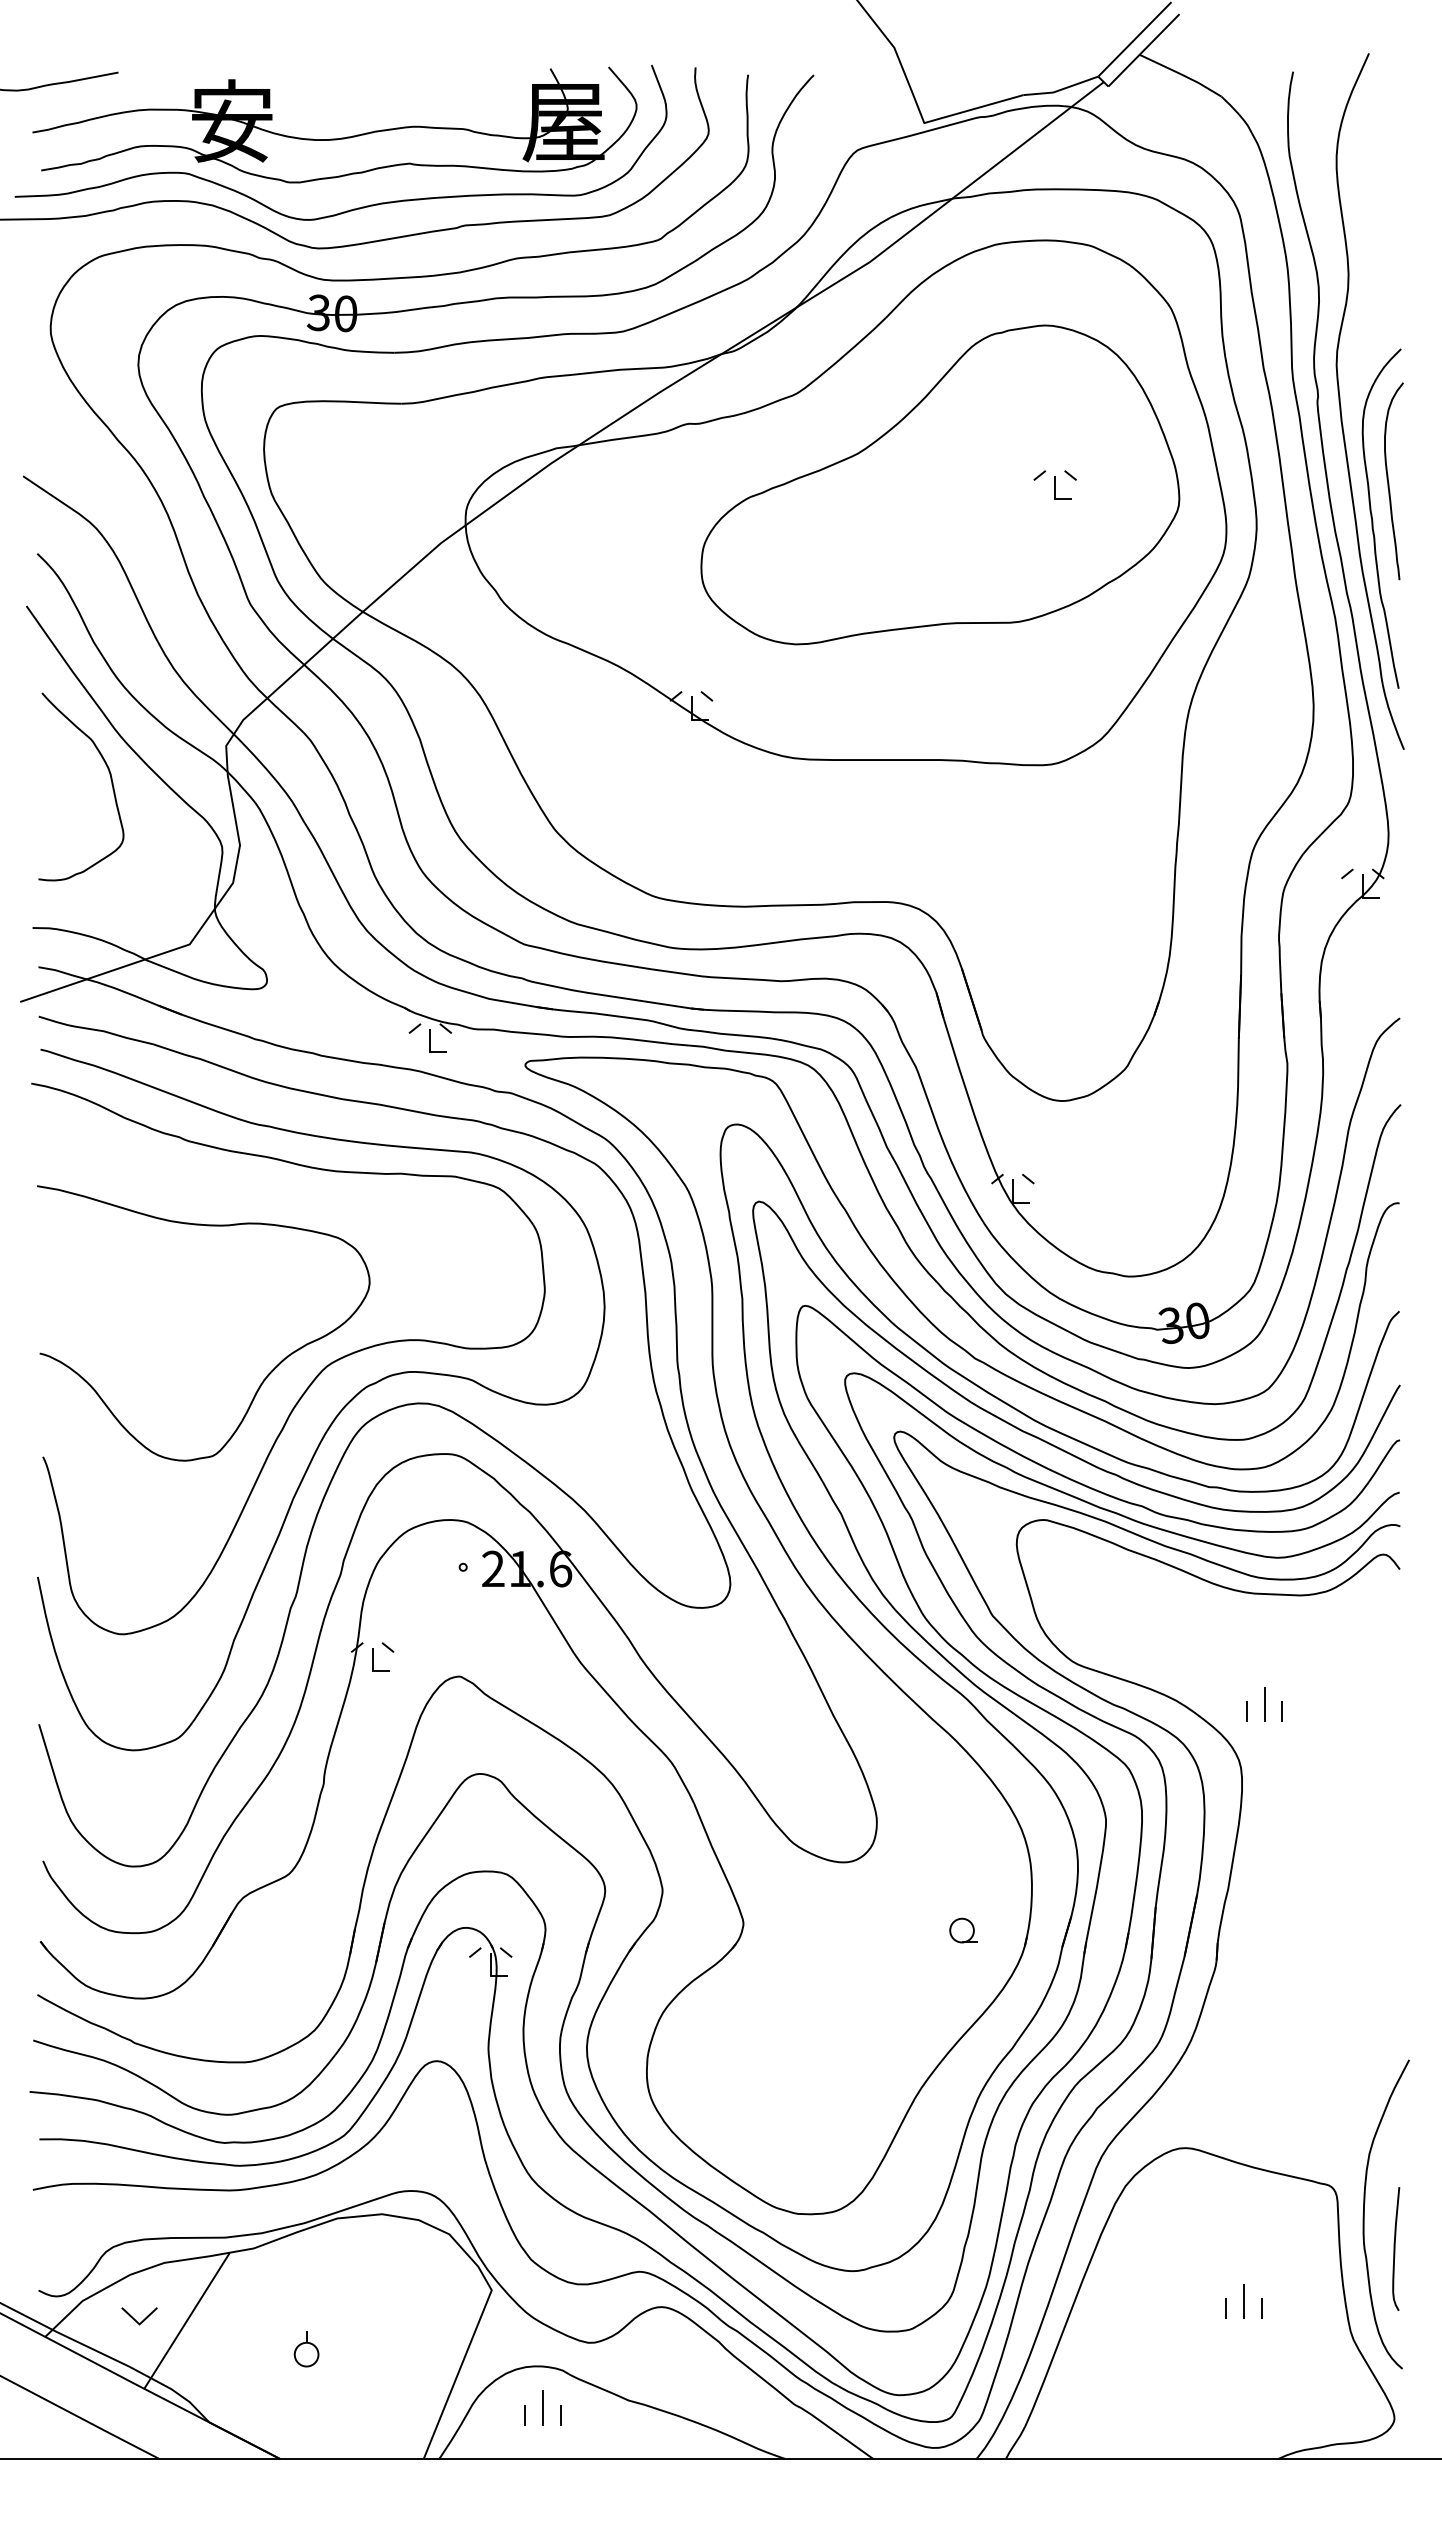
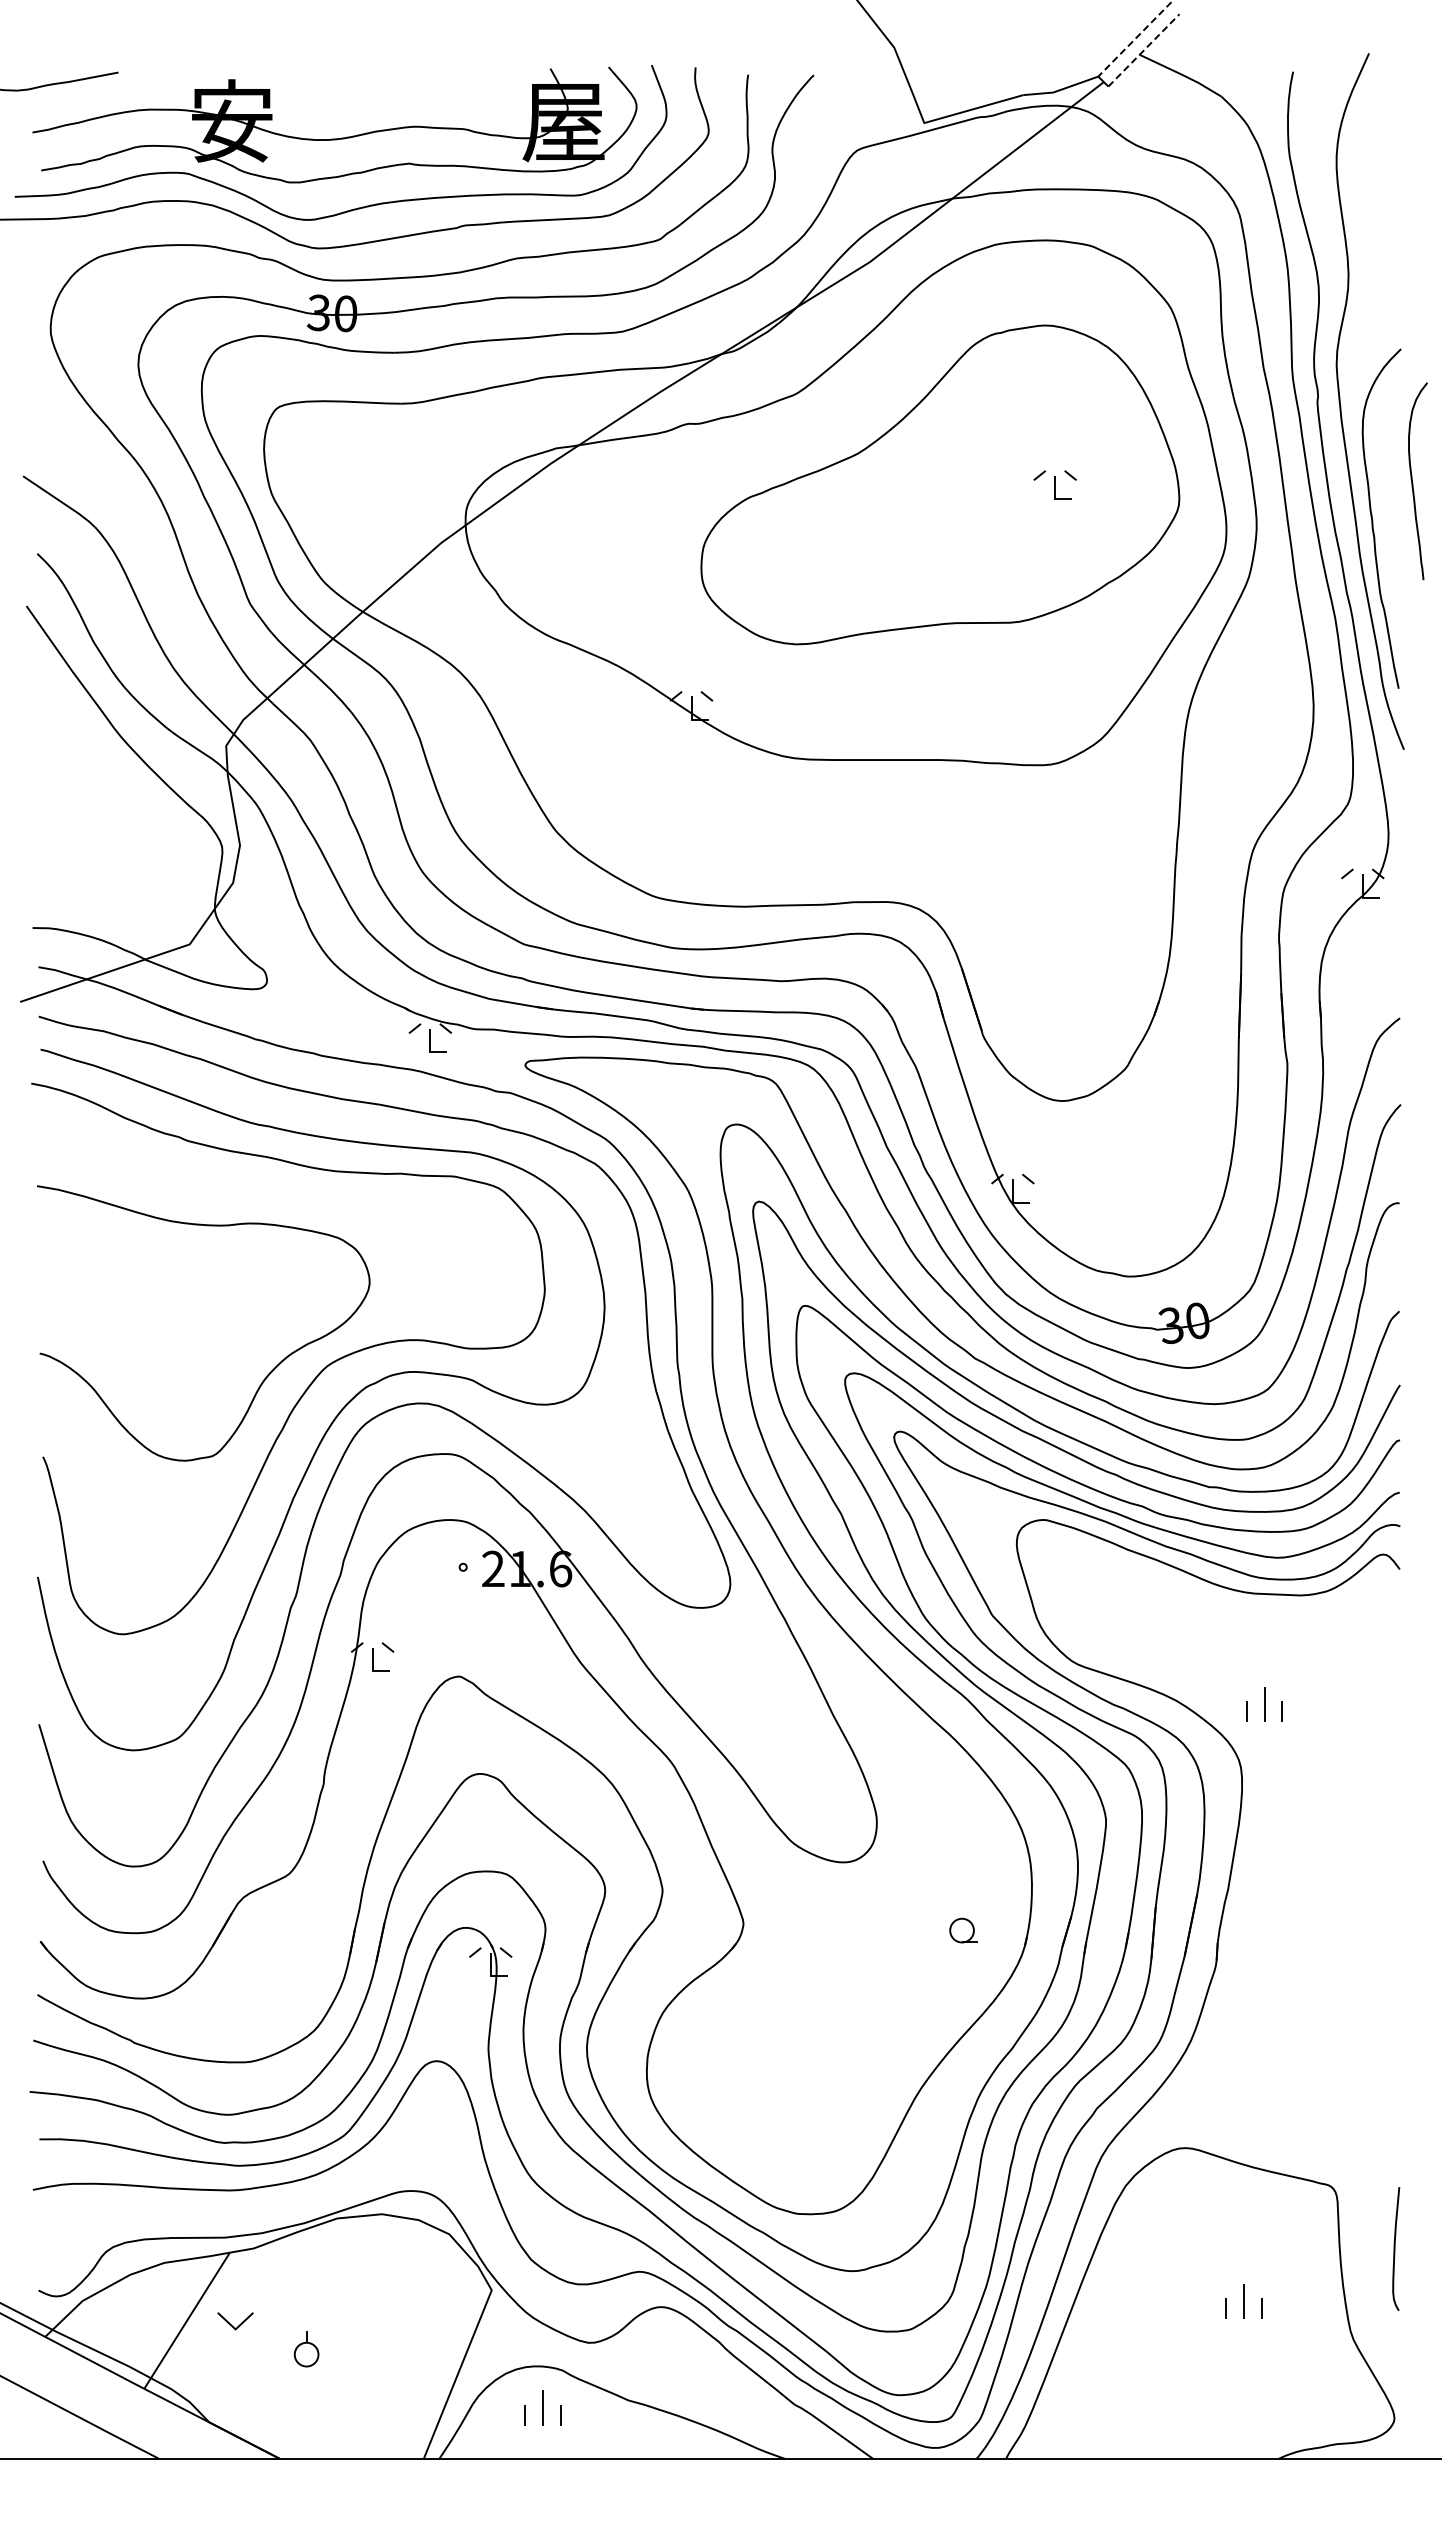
line at (1134, 39): solid -> dashed
line at (1143, 50): solid -> dashed
curve at (1389, 483) position: (1389, 483) -> (1413, 483)
curve at (110, 779): present -> none
curve at (1364, 2214): present -> none
part at (139, 2316) position: (139, 2316) -> (235, 2321)
